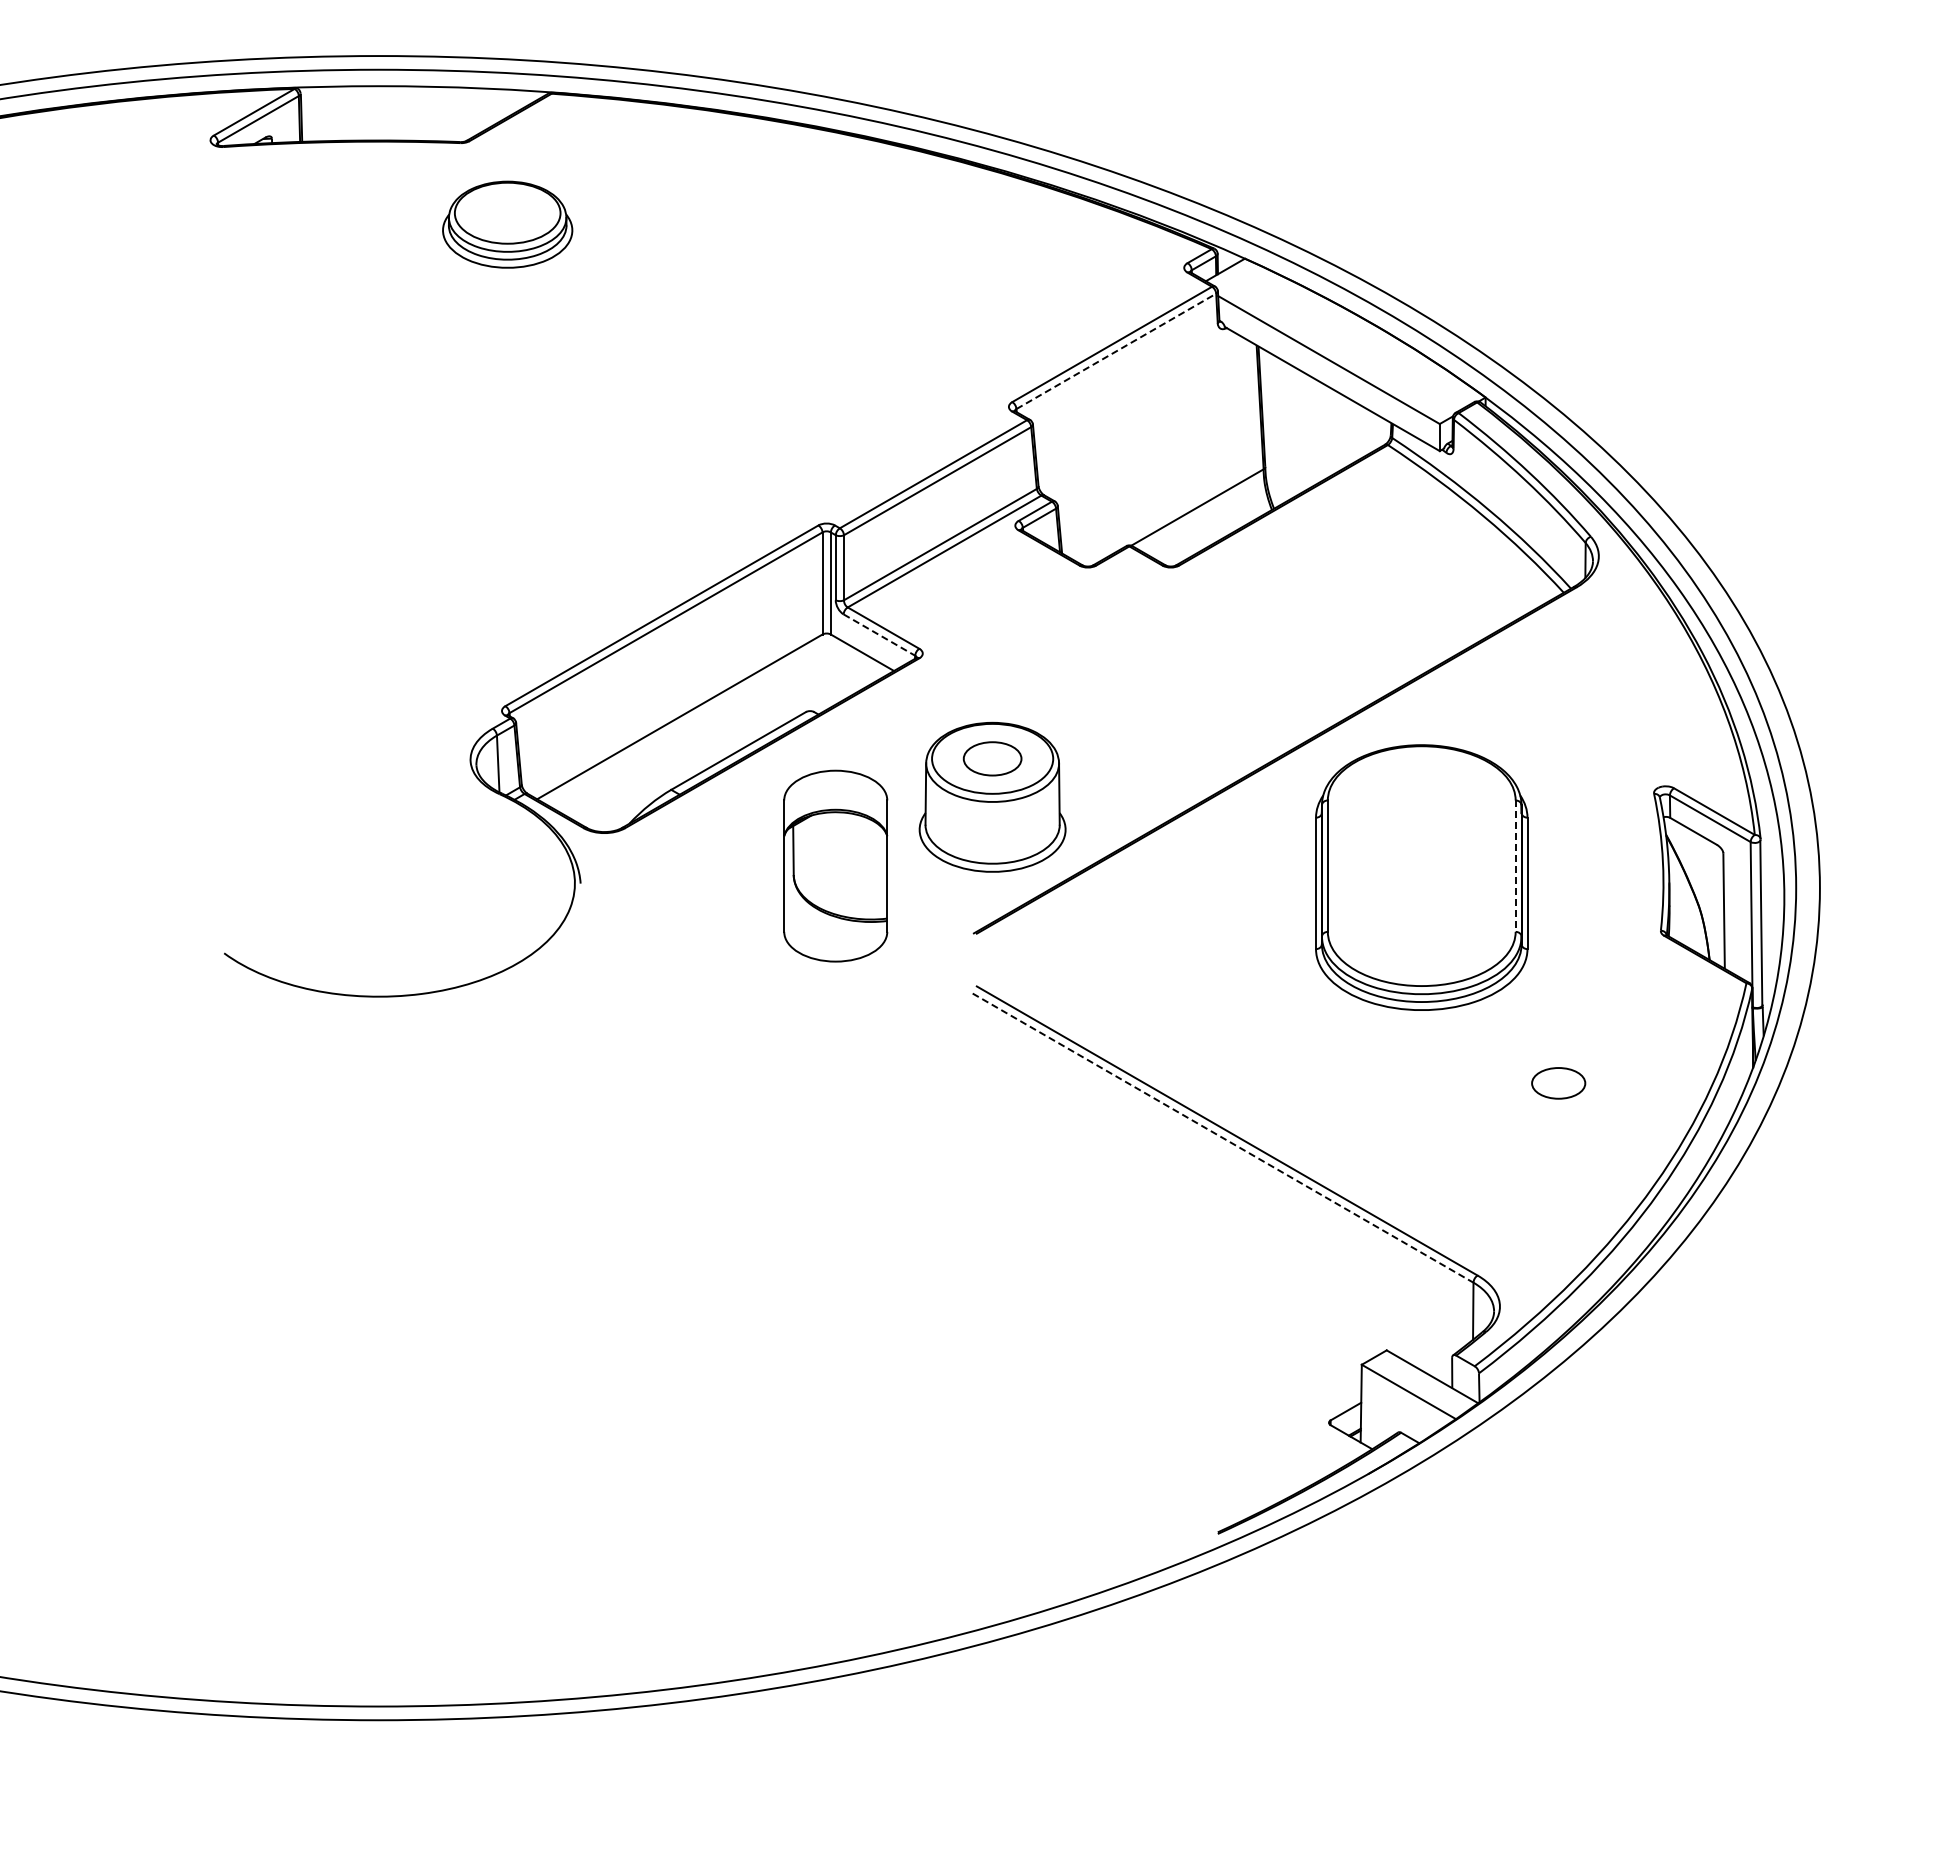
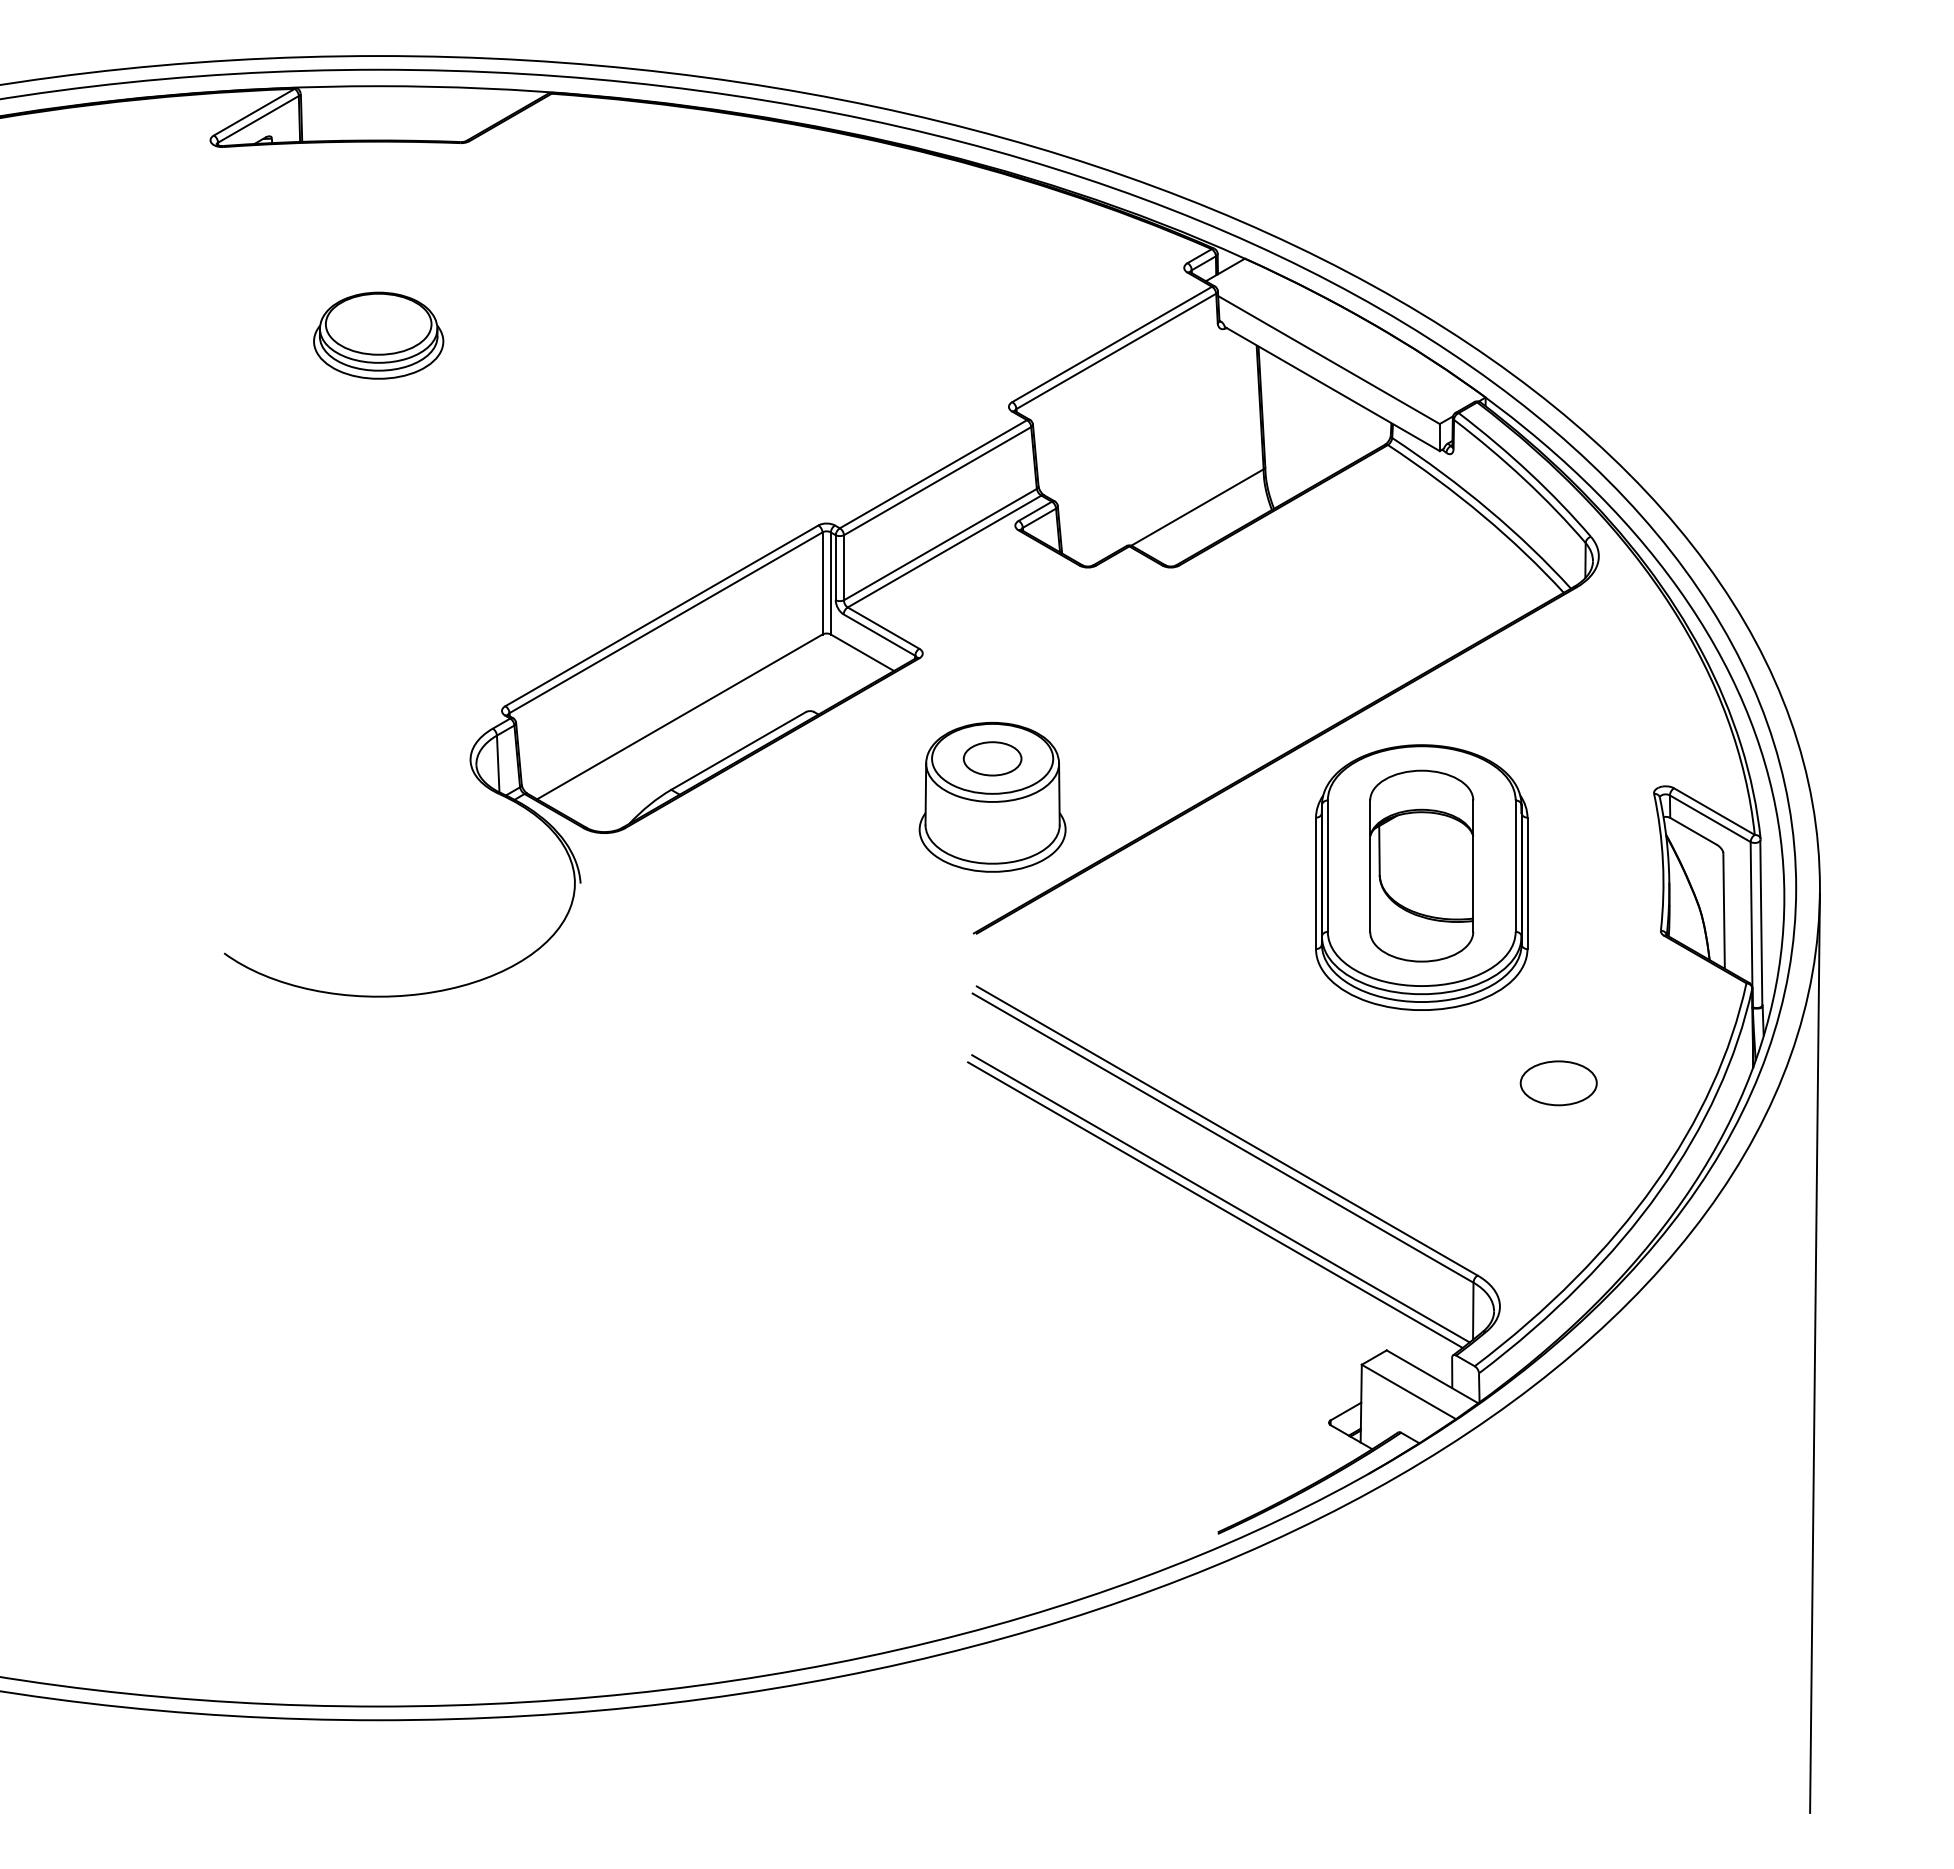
part at (507, 224) position: (507, 224) -> (378, 335)
line at (1116, 351): dashed -> solid
line at (879, 635): dashed -> solid
part at (835, 865) position: (835, 865) -> (1421, 865)
line at (1515, 866): dashed -> solid
part at (1558, 1083) size: 56x33 px -> 79x47 px
line at (1223, 1138): dashed -> solid
line at (1220, 1198): none -> present
line at (1215, 1204): none -> present
line at (1814, 1352): none -> present
